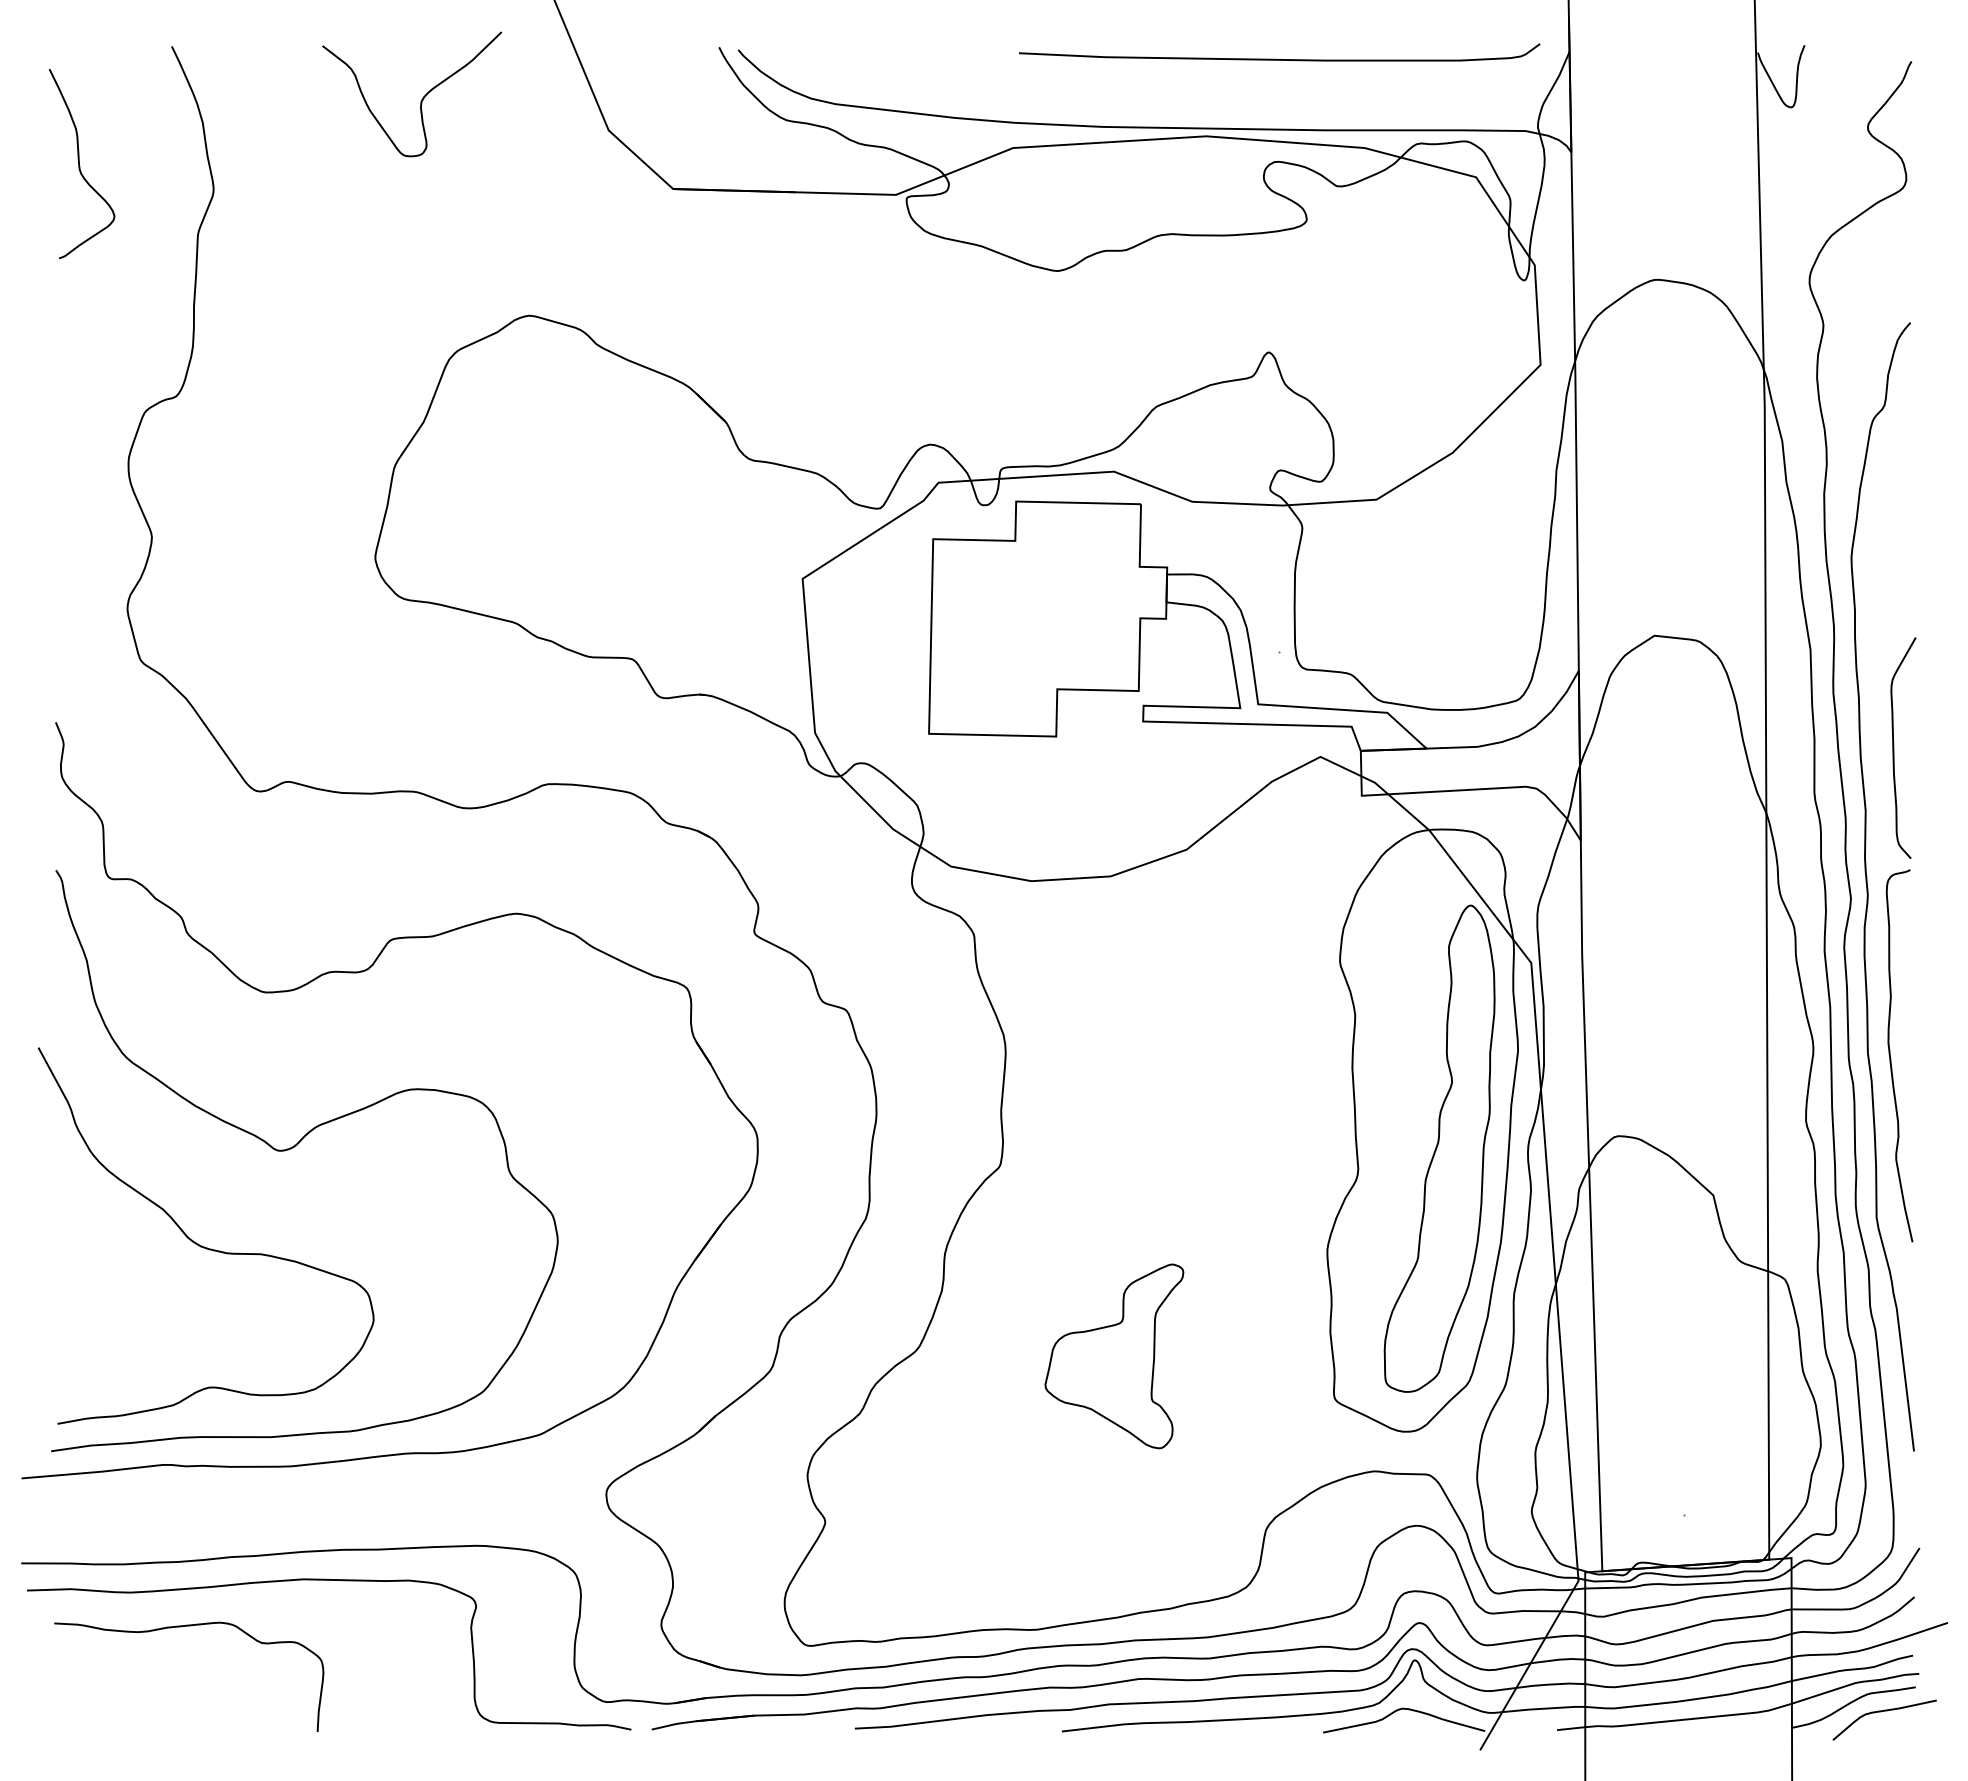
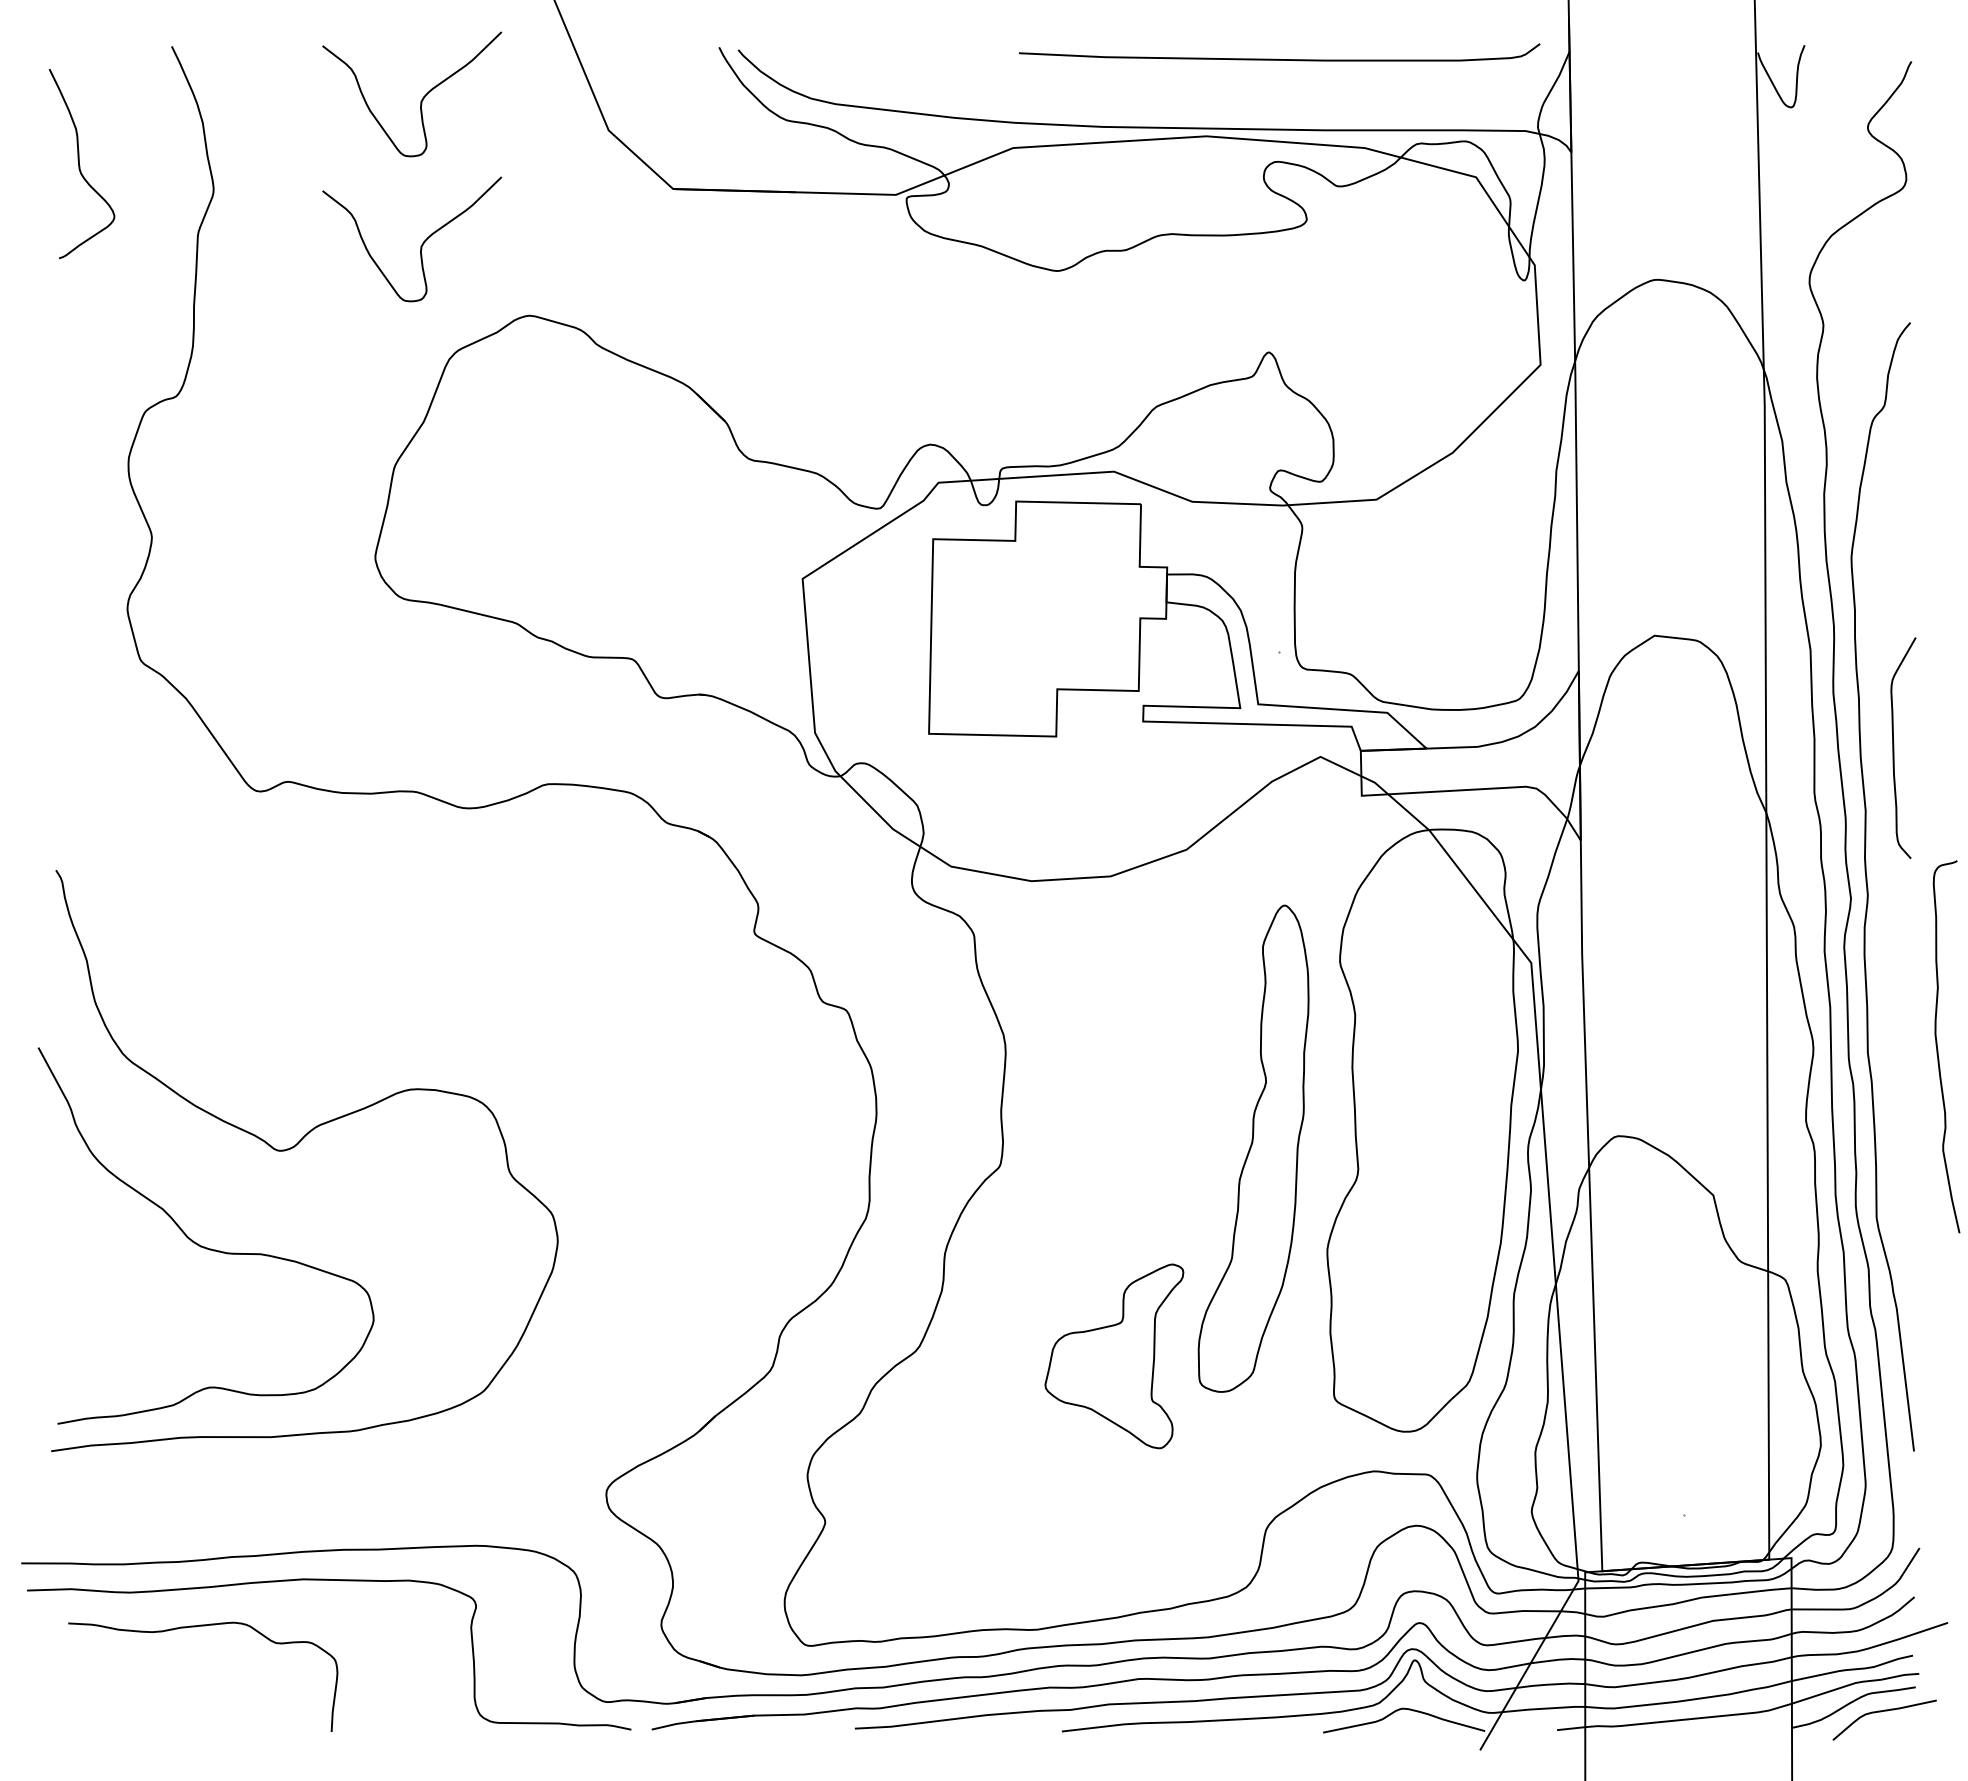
curve at (421, 244): none -> present
part at (358, 973): present -> none
curve at (1891, 1058) position: (1891, 1058) -> (1938, 1049)
part at (1439, 1148) position: (1439, 1148) -> (1253, 1148)
curve at (181, 1627) position: (181, 1627) -> (195, 1627)
